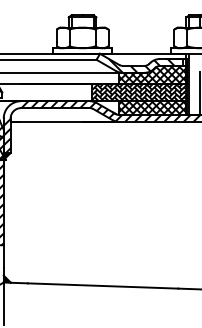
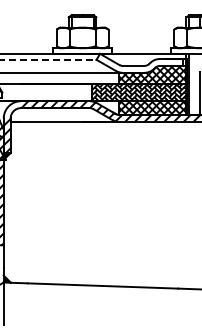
line at (48, 59): solid -> dashed
hatch at (146, 65): present -> none
